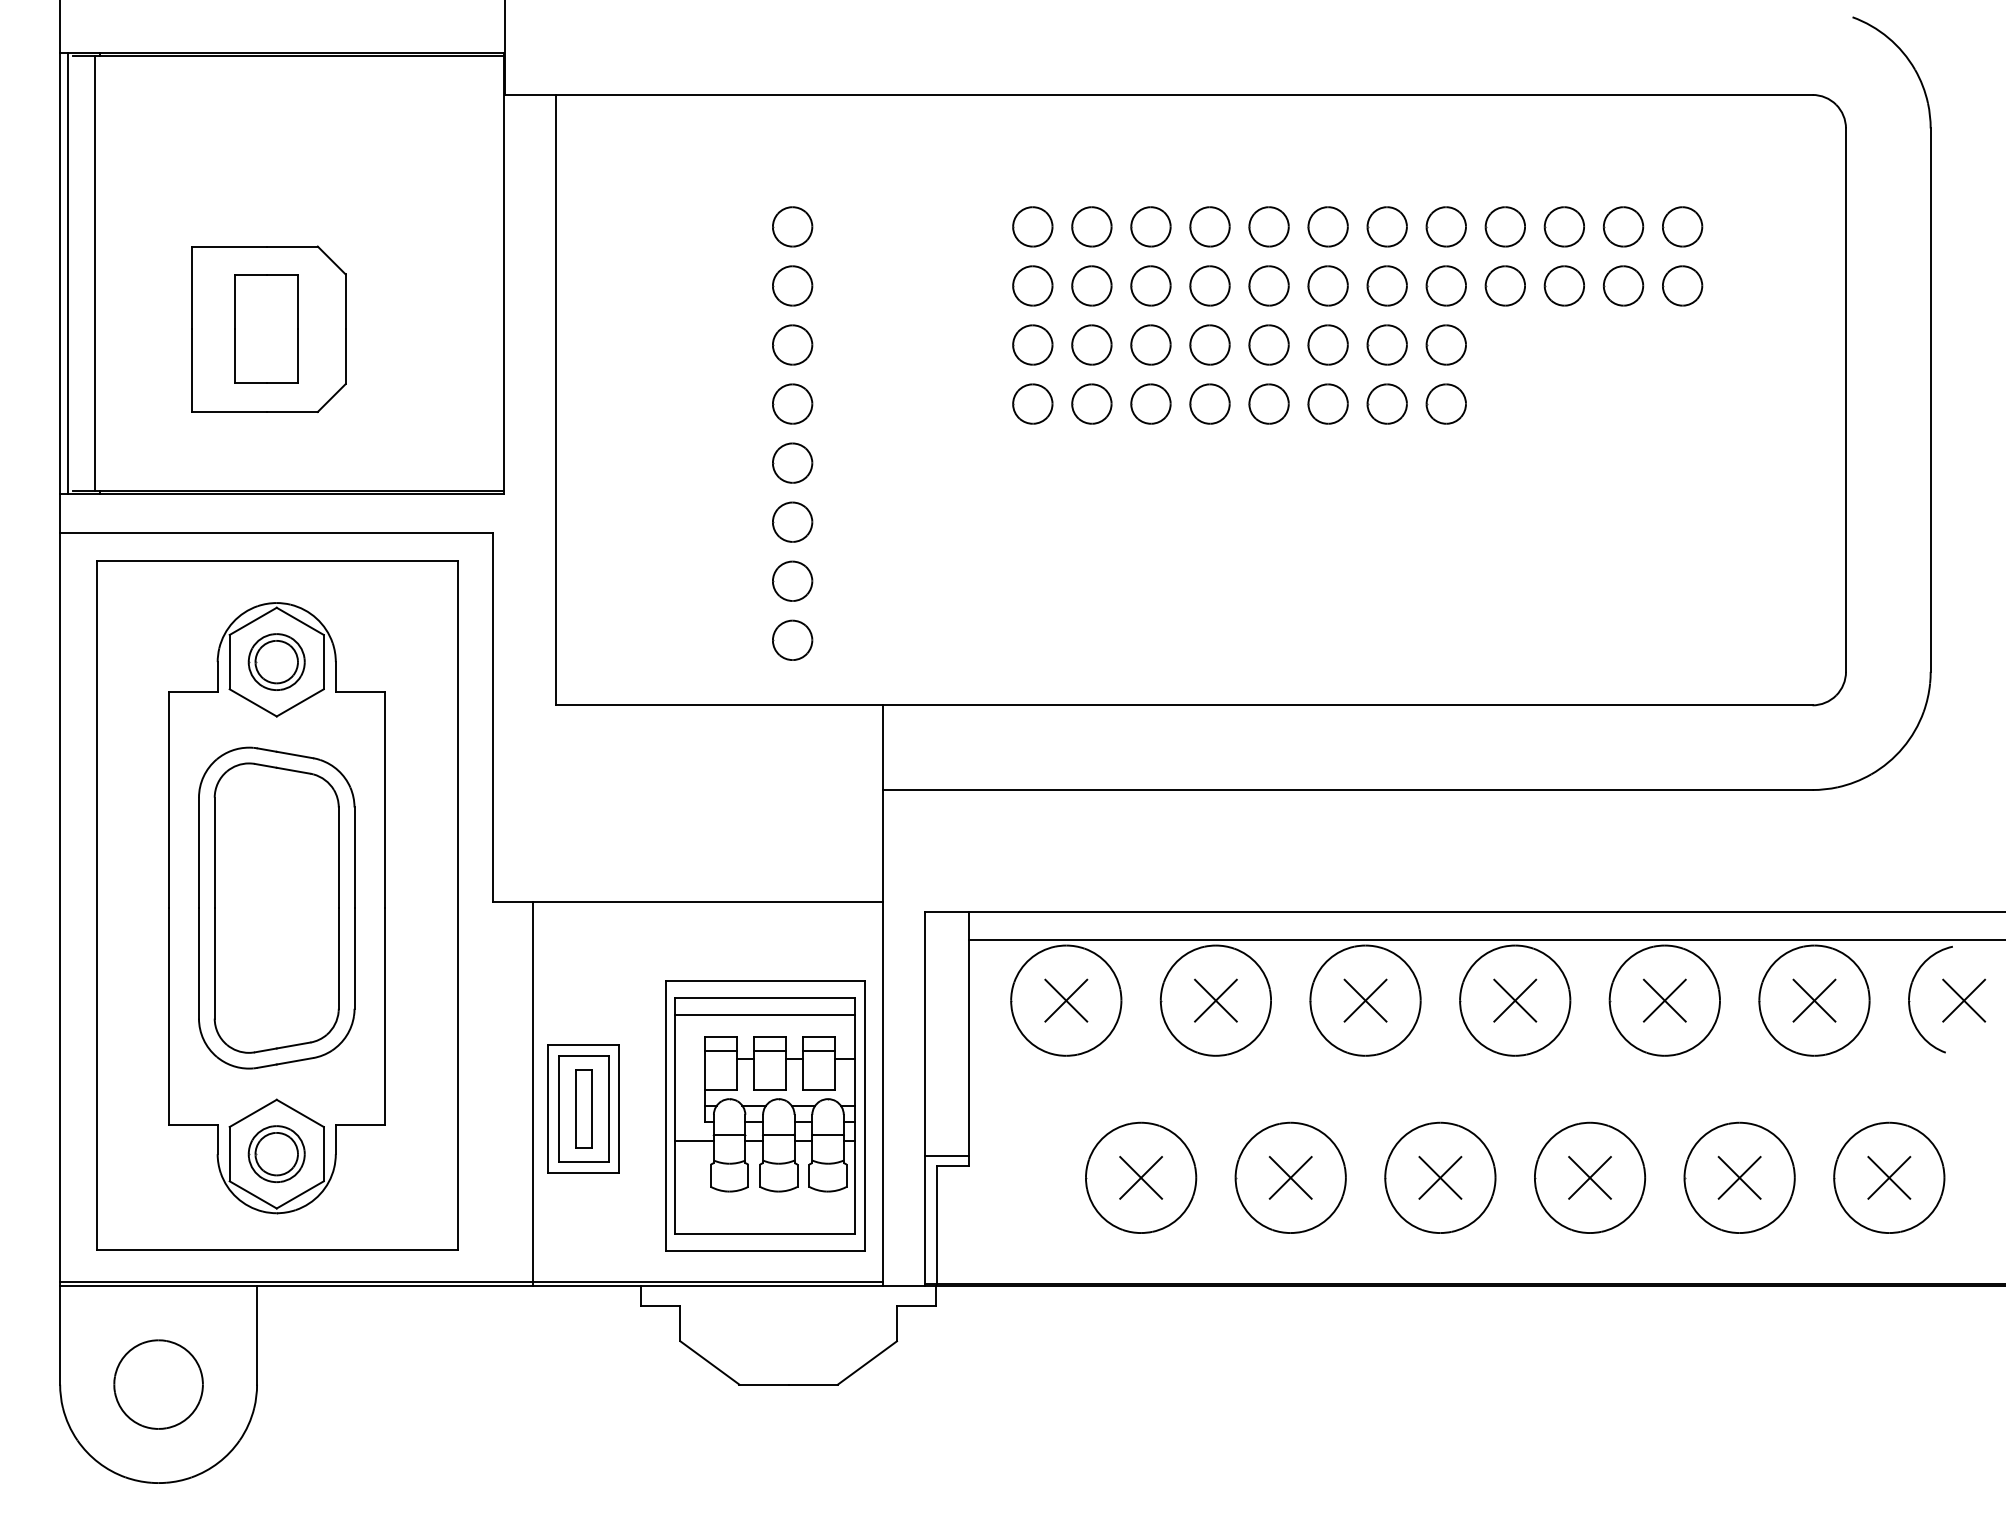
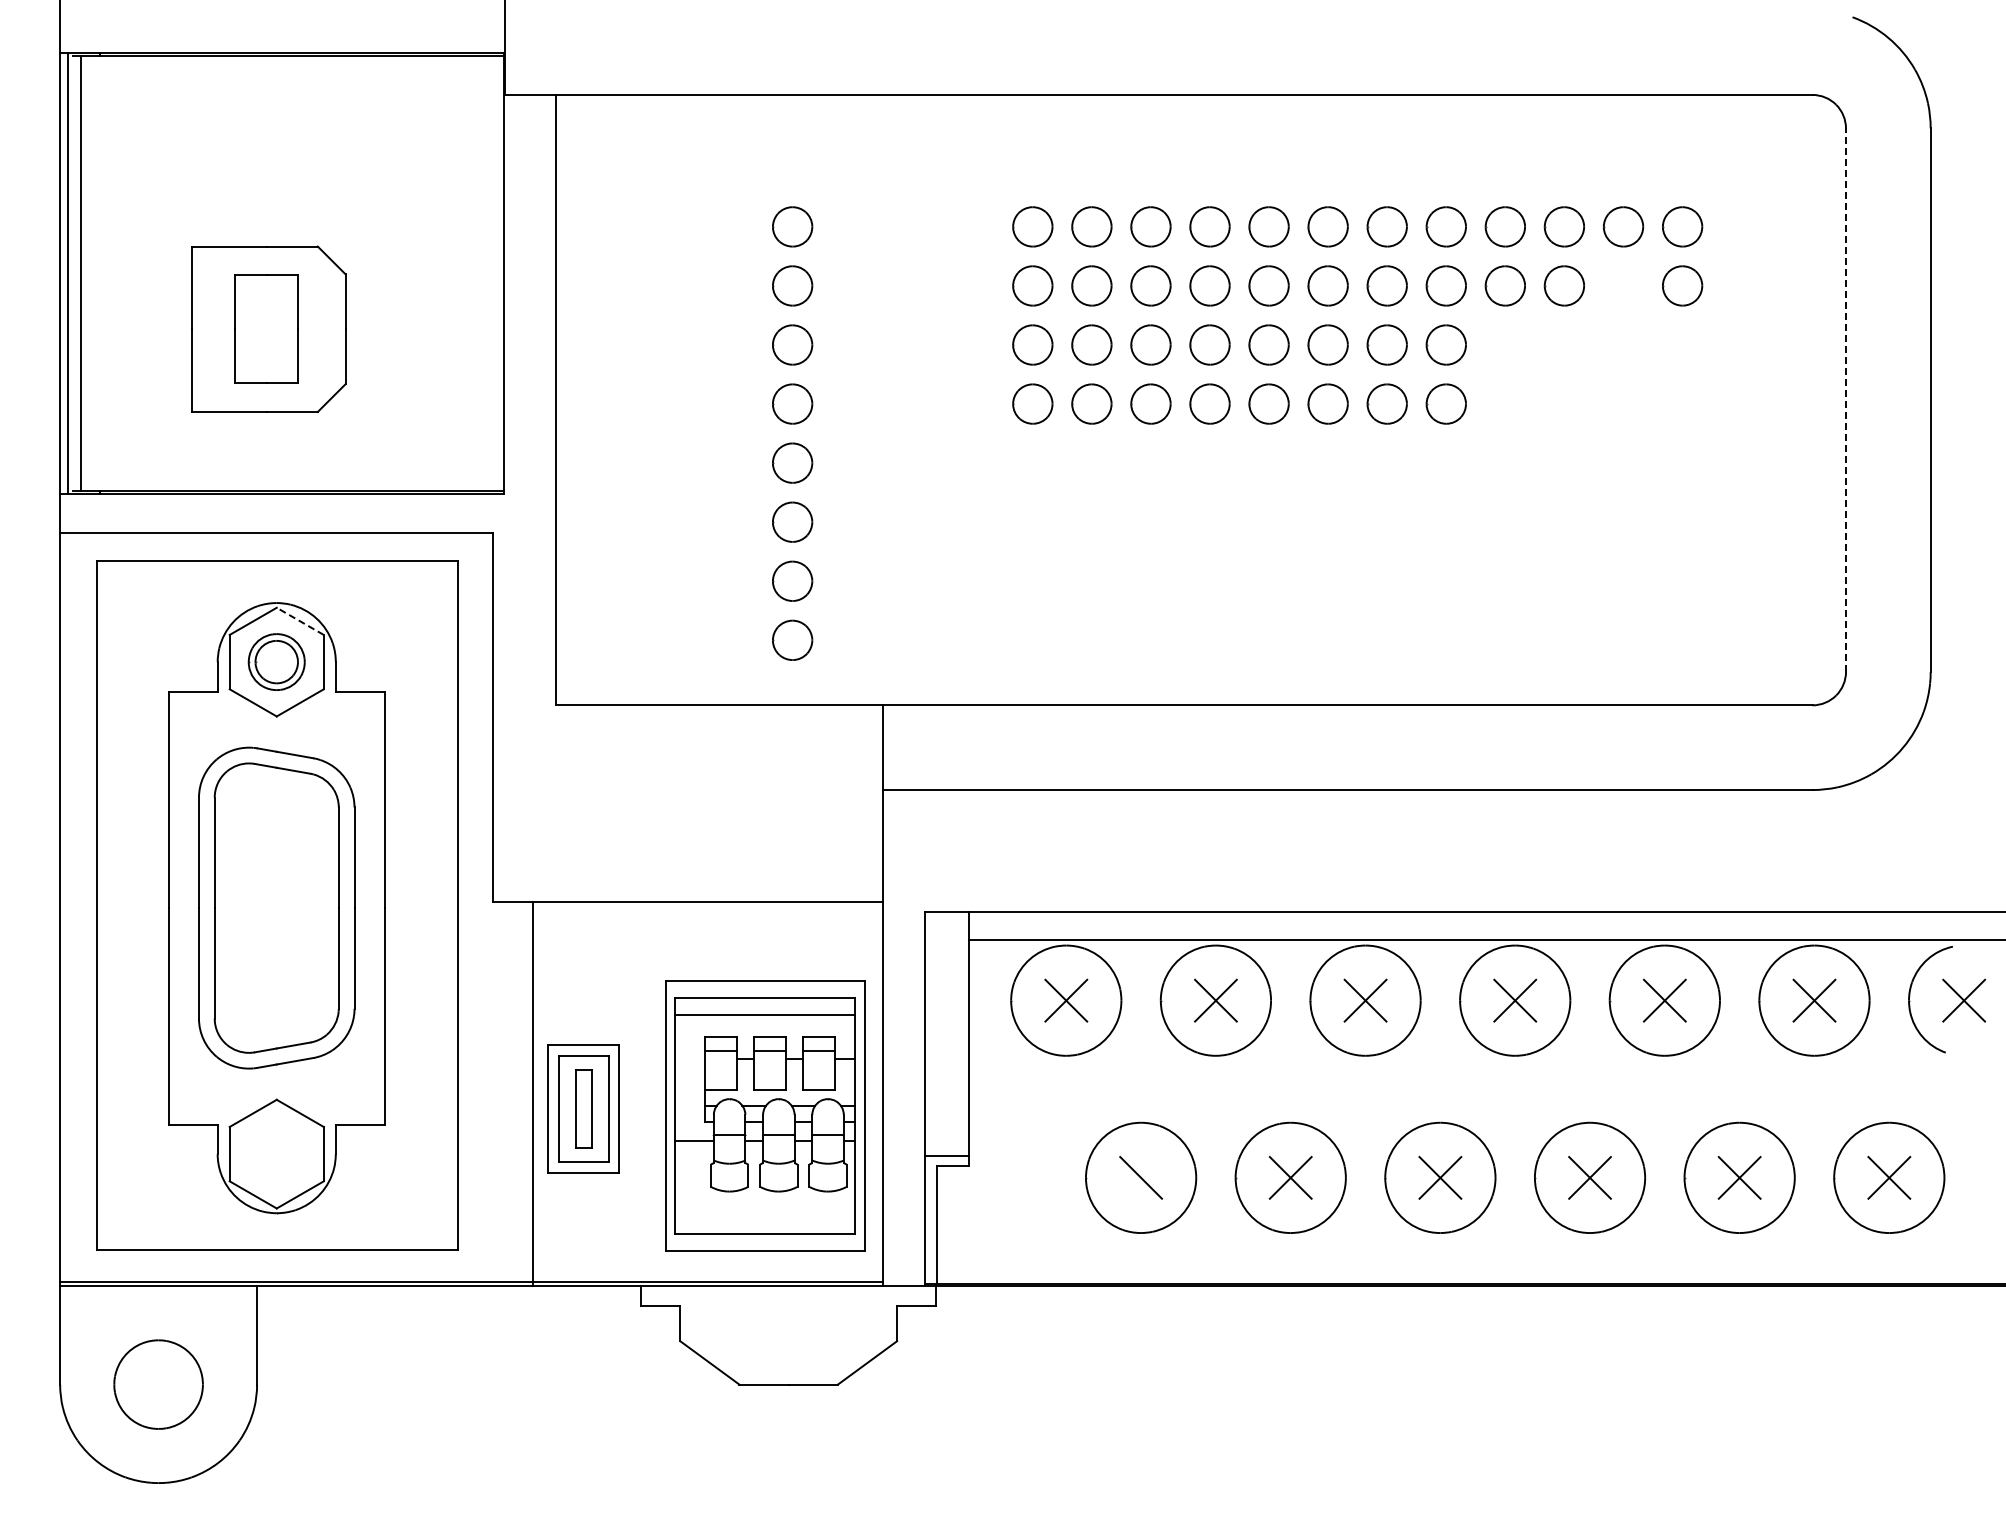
line at (95, 272) position: (95, 272) -> (81, 272)
part at (1623, 285): present -> none
line at (1846, 400): solid -> dashed
line at (299, 621): solid -> dashed
part at (276, 1153): present -> none
line at (1141, 1177): present -> none
